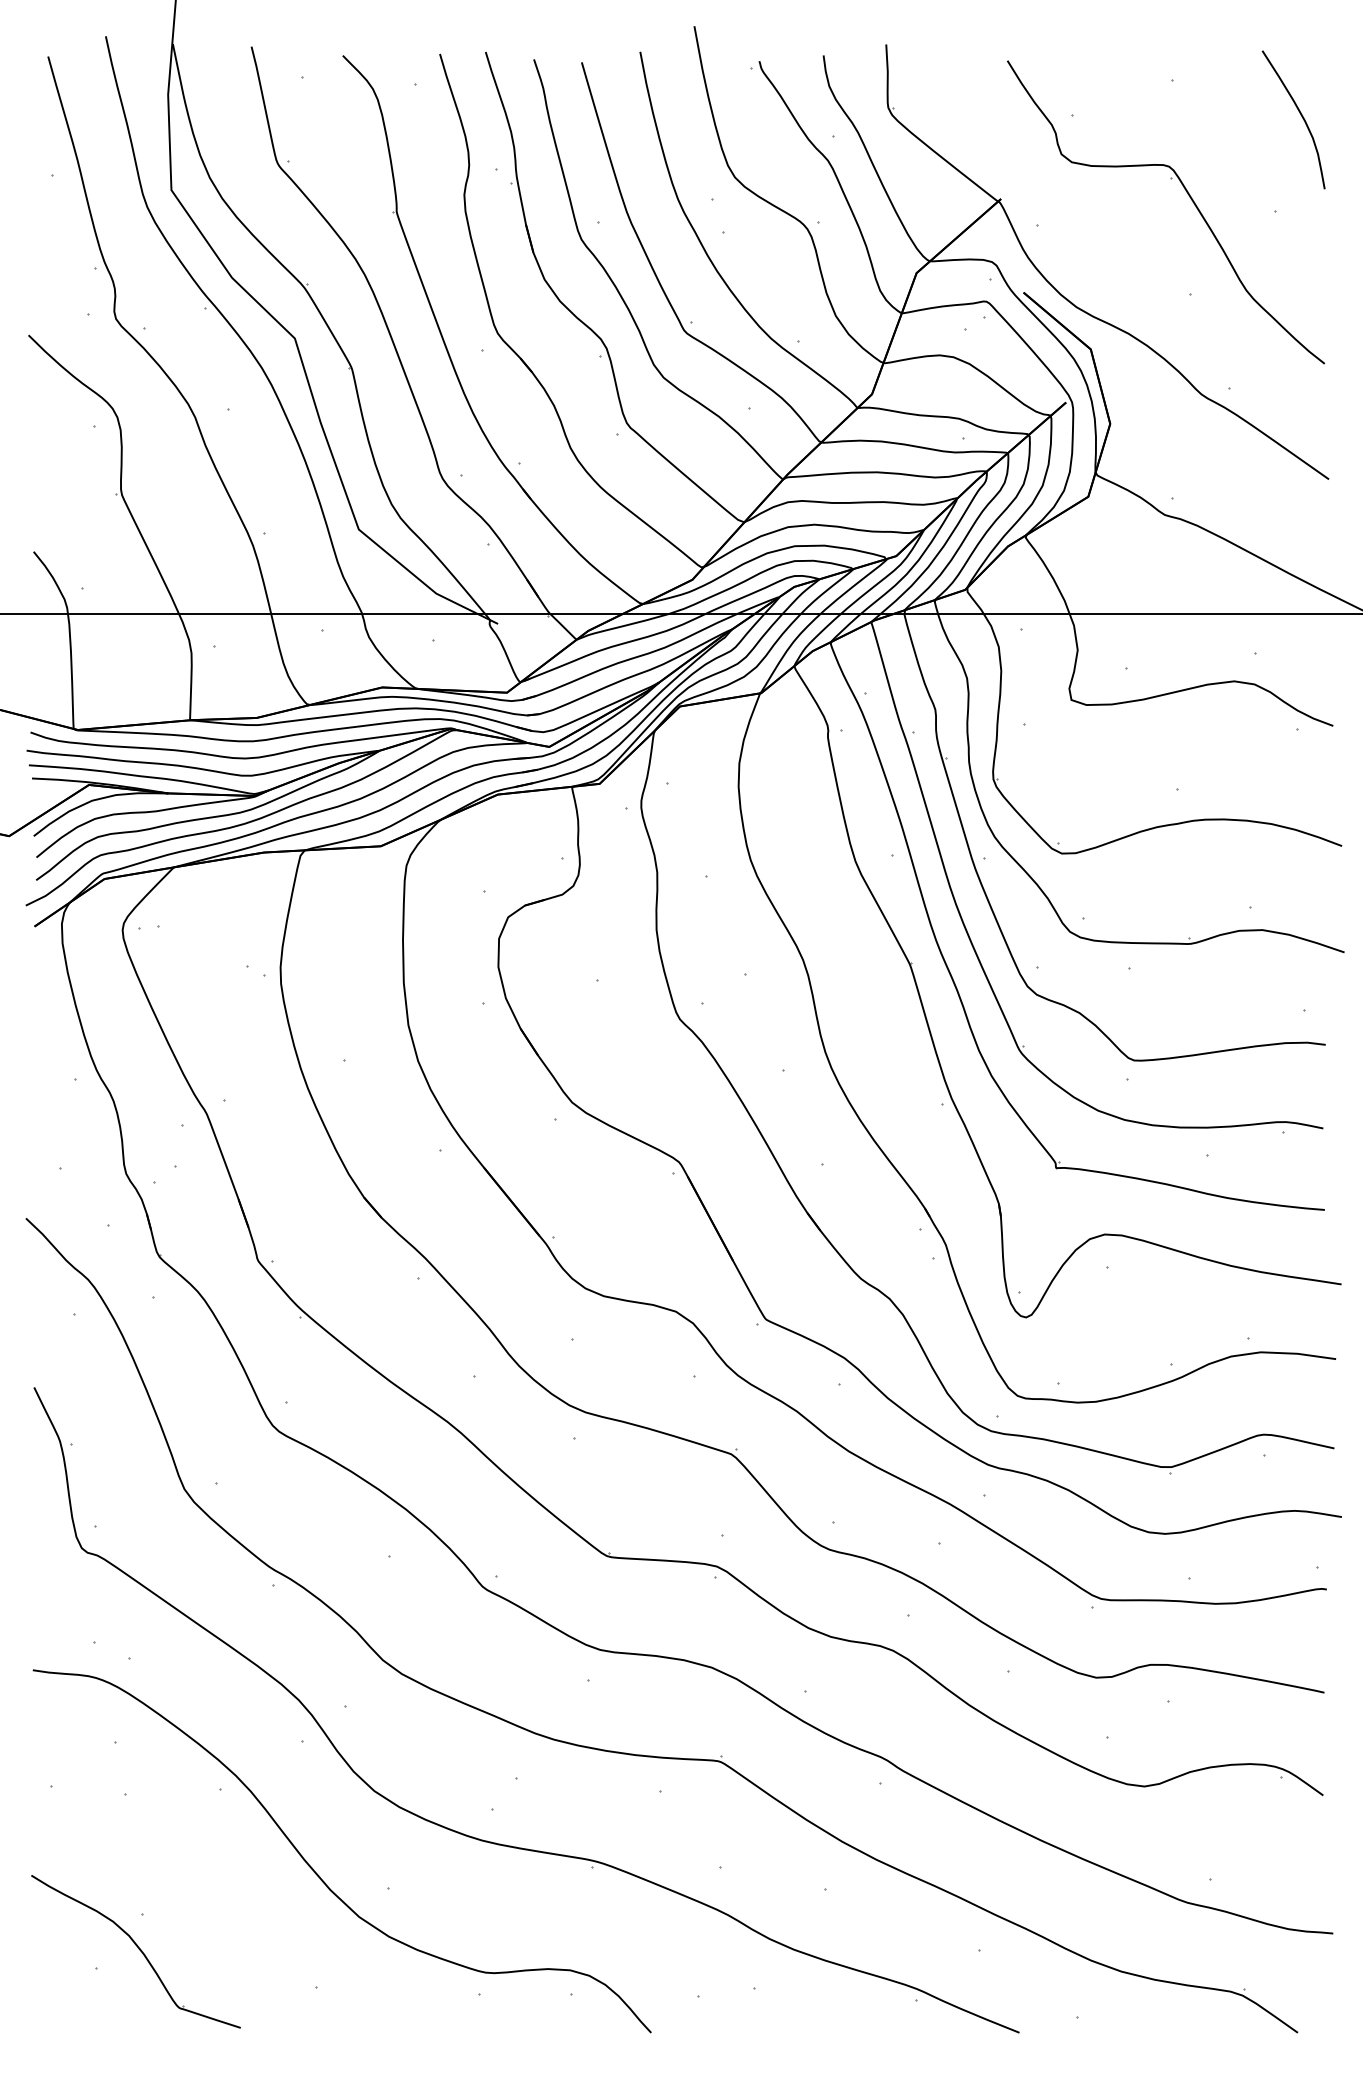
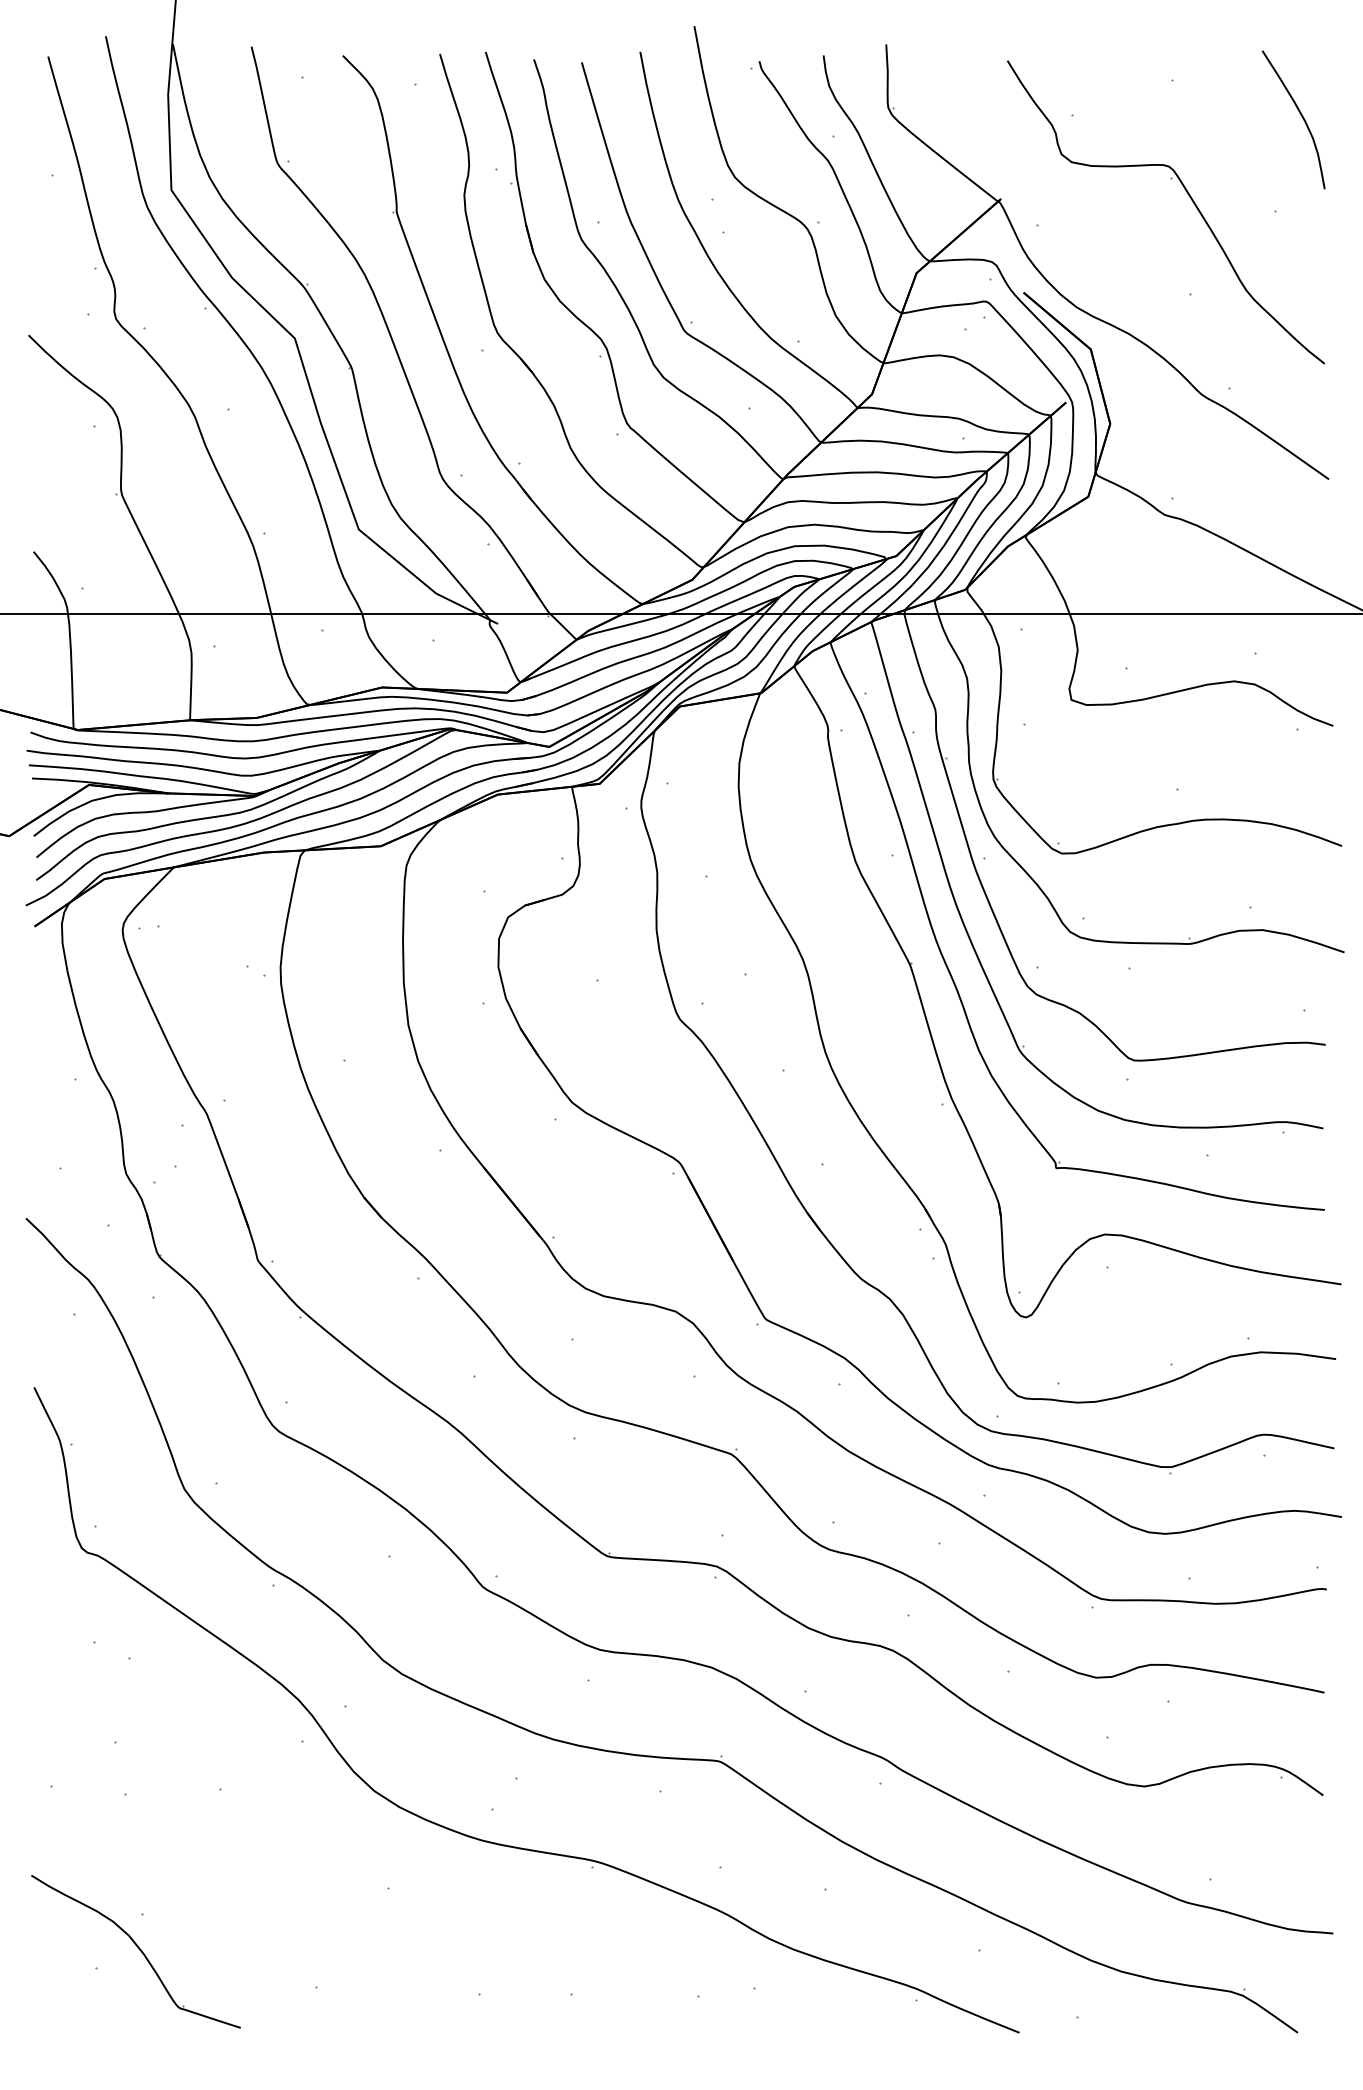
curve at (318, 1874): present -> none
